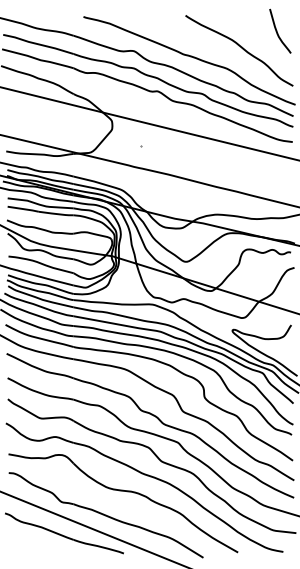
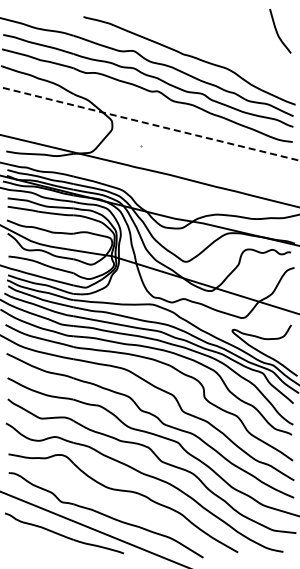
curve at (241, 48): present -> none
line at (149, 124): solid -> dashed
